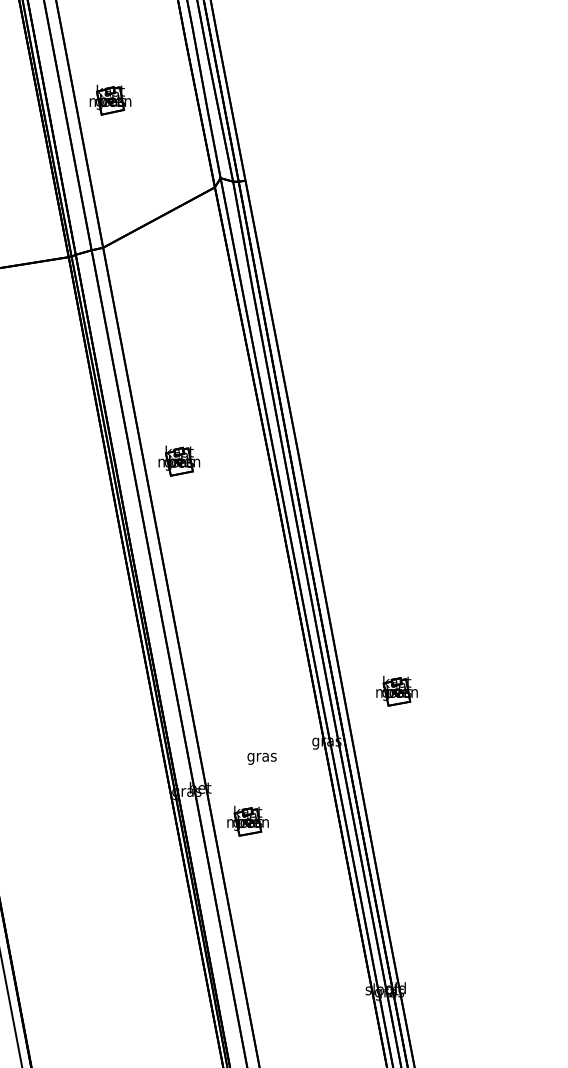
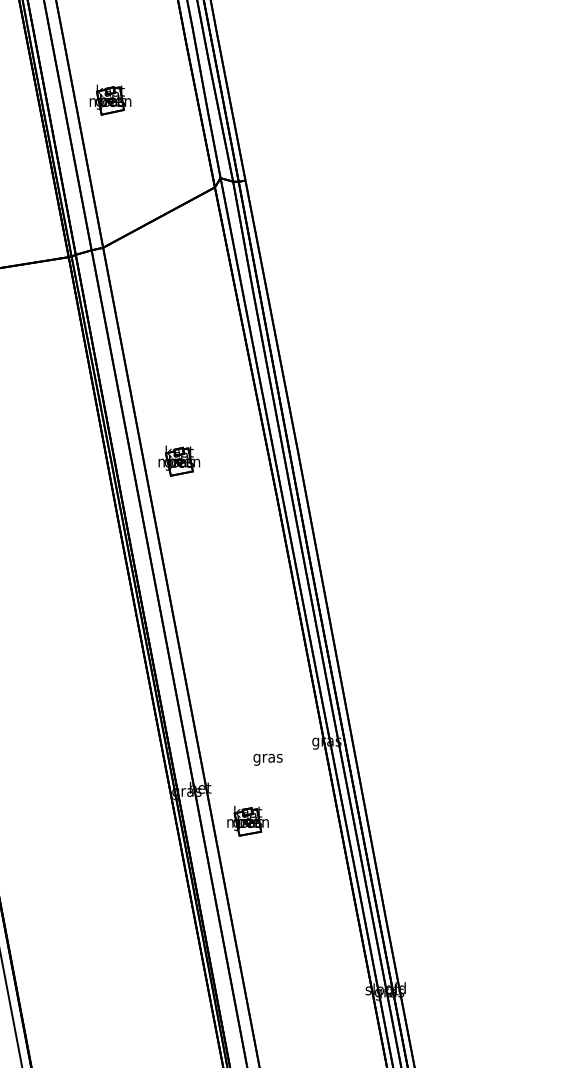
part at (396, 690): present -> none
text at (261, 758) position: (261, 758) -> (267, 759)
